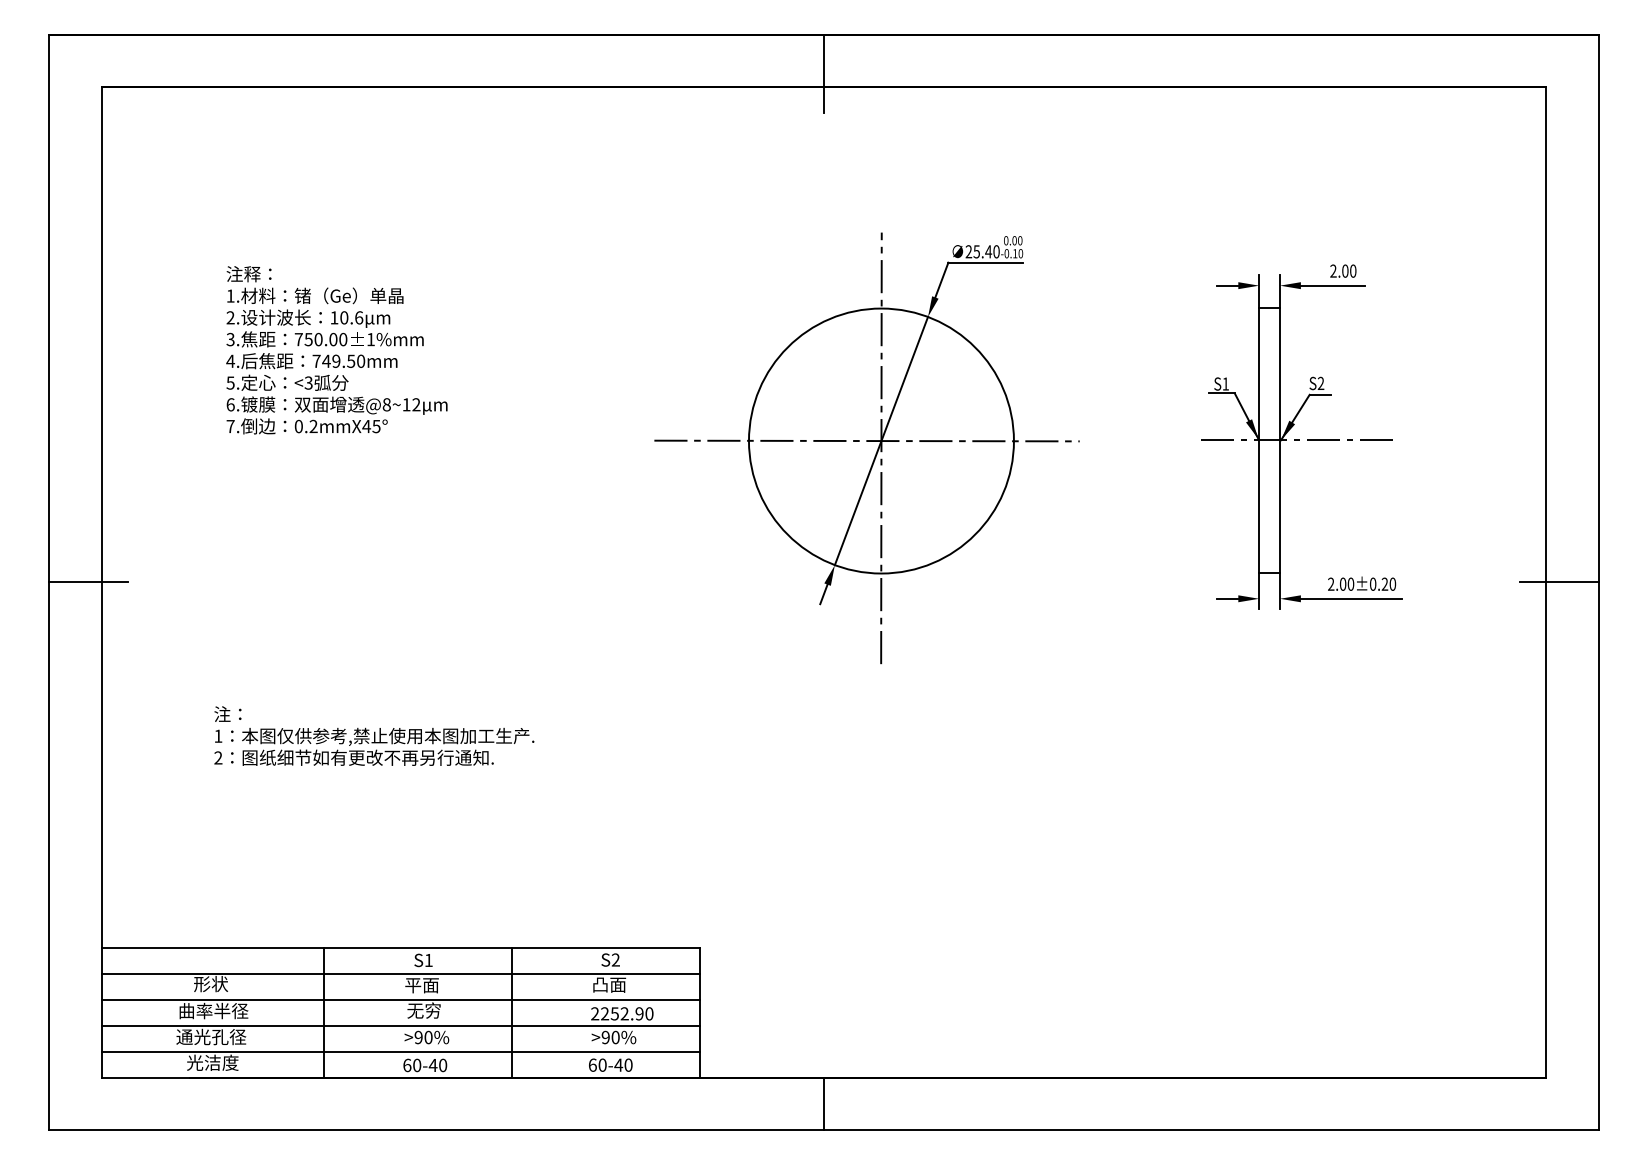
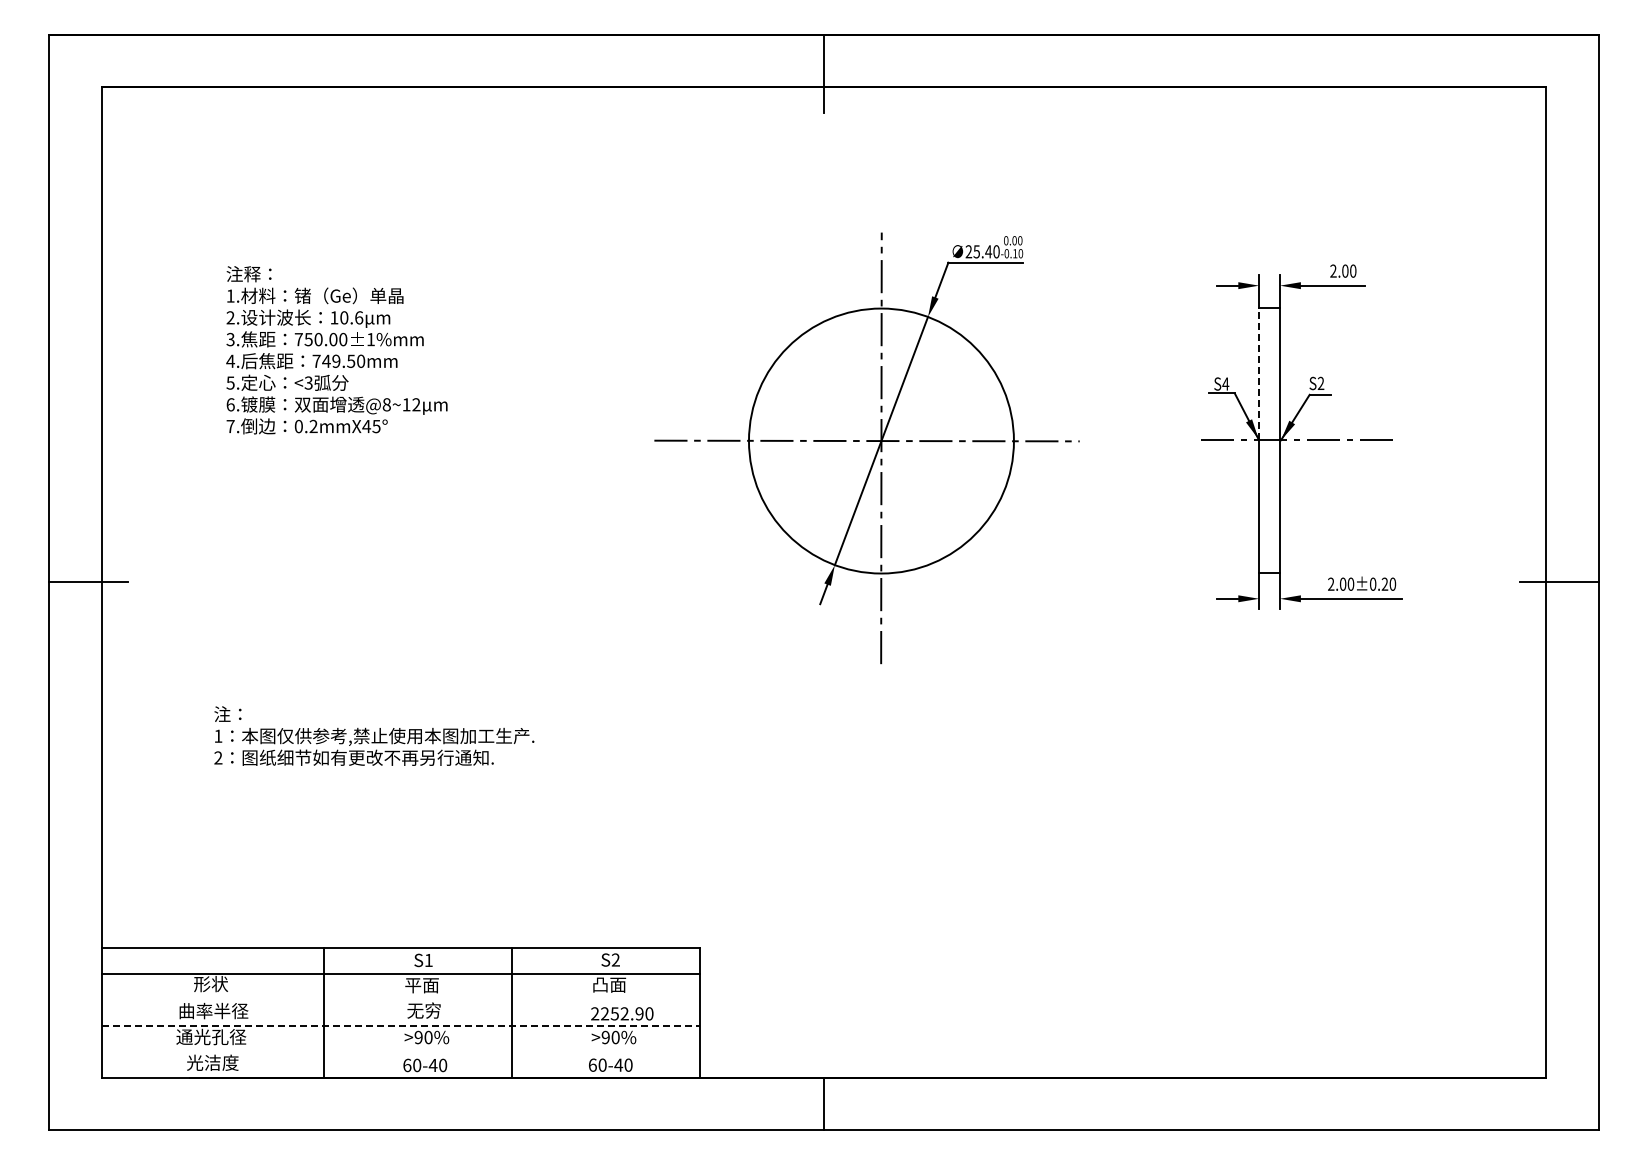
line at (1259, 373): solid -> dashed
text at (1225, 383): S1 -> S4
line at (400, 999): present -> none
line at (400, 1025): solid -> dashed
line at (400, 1051): present -> none
